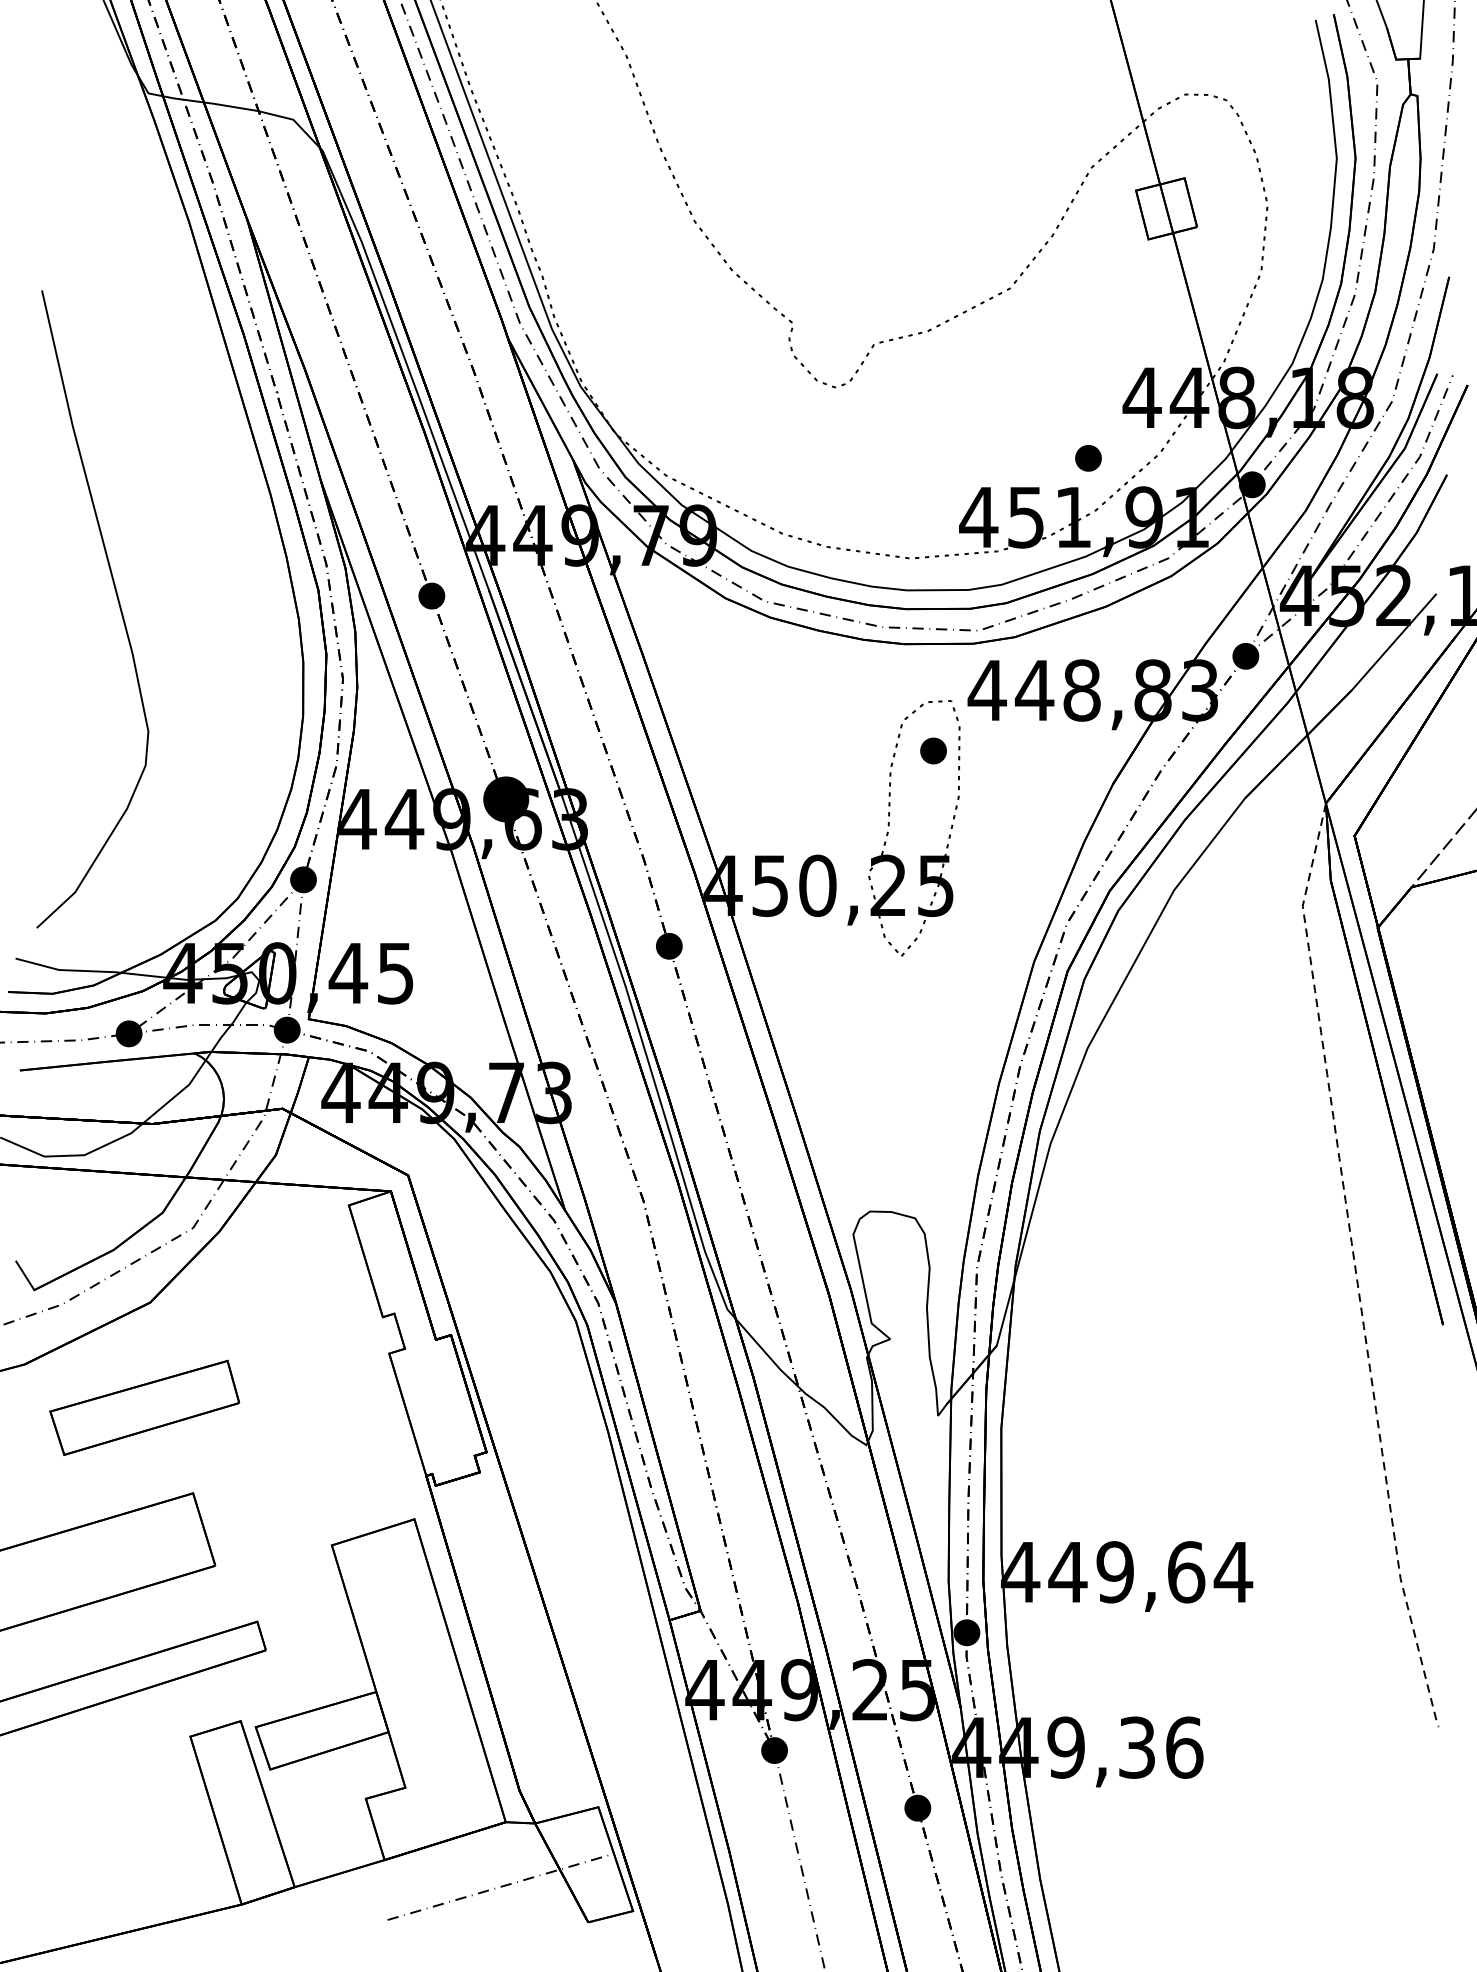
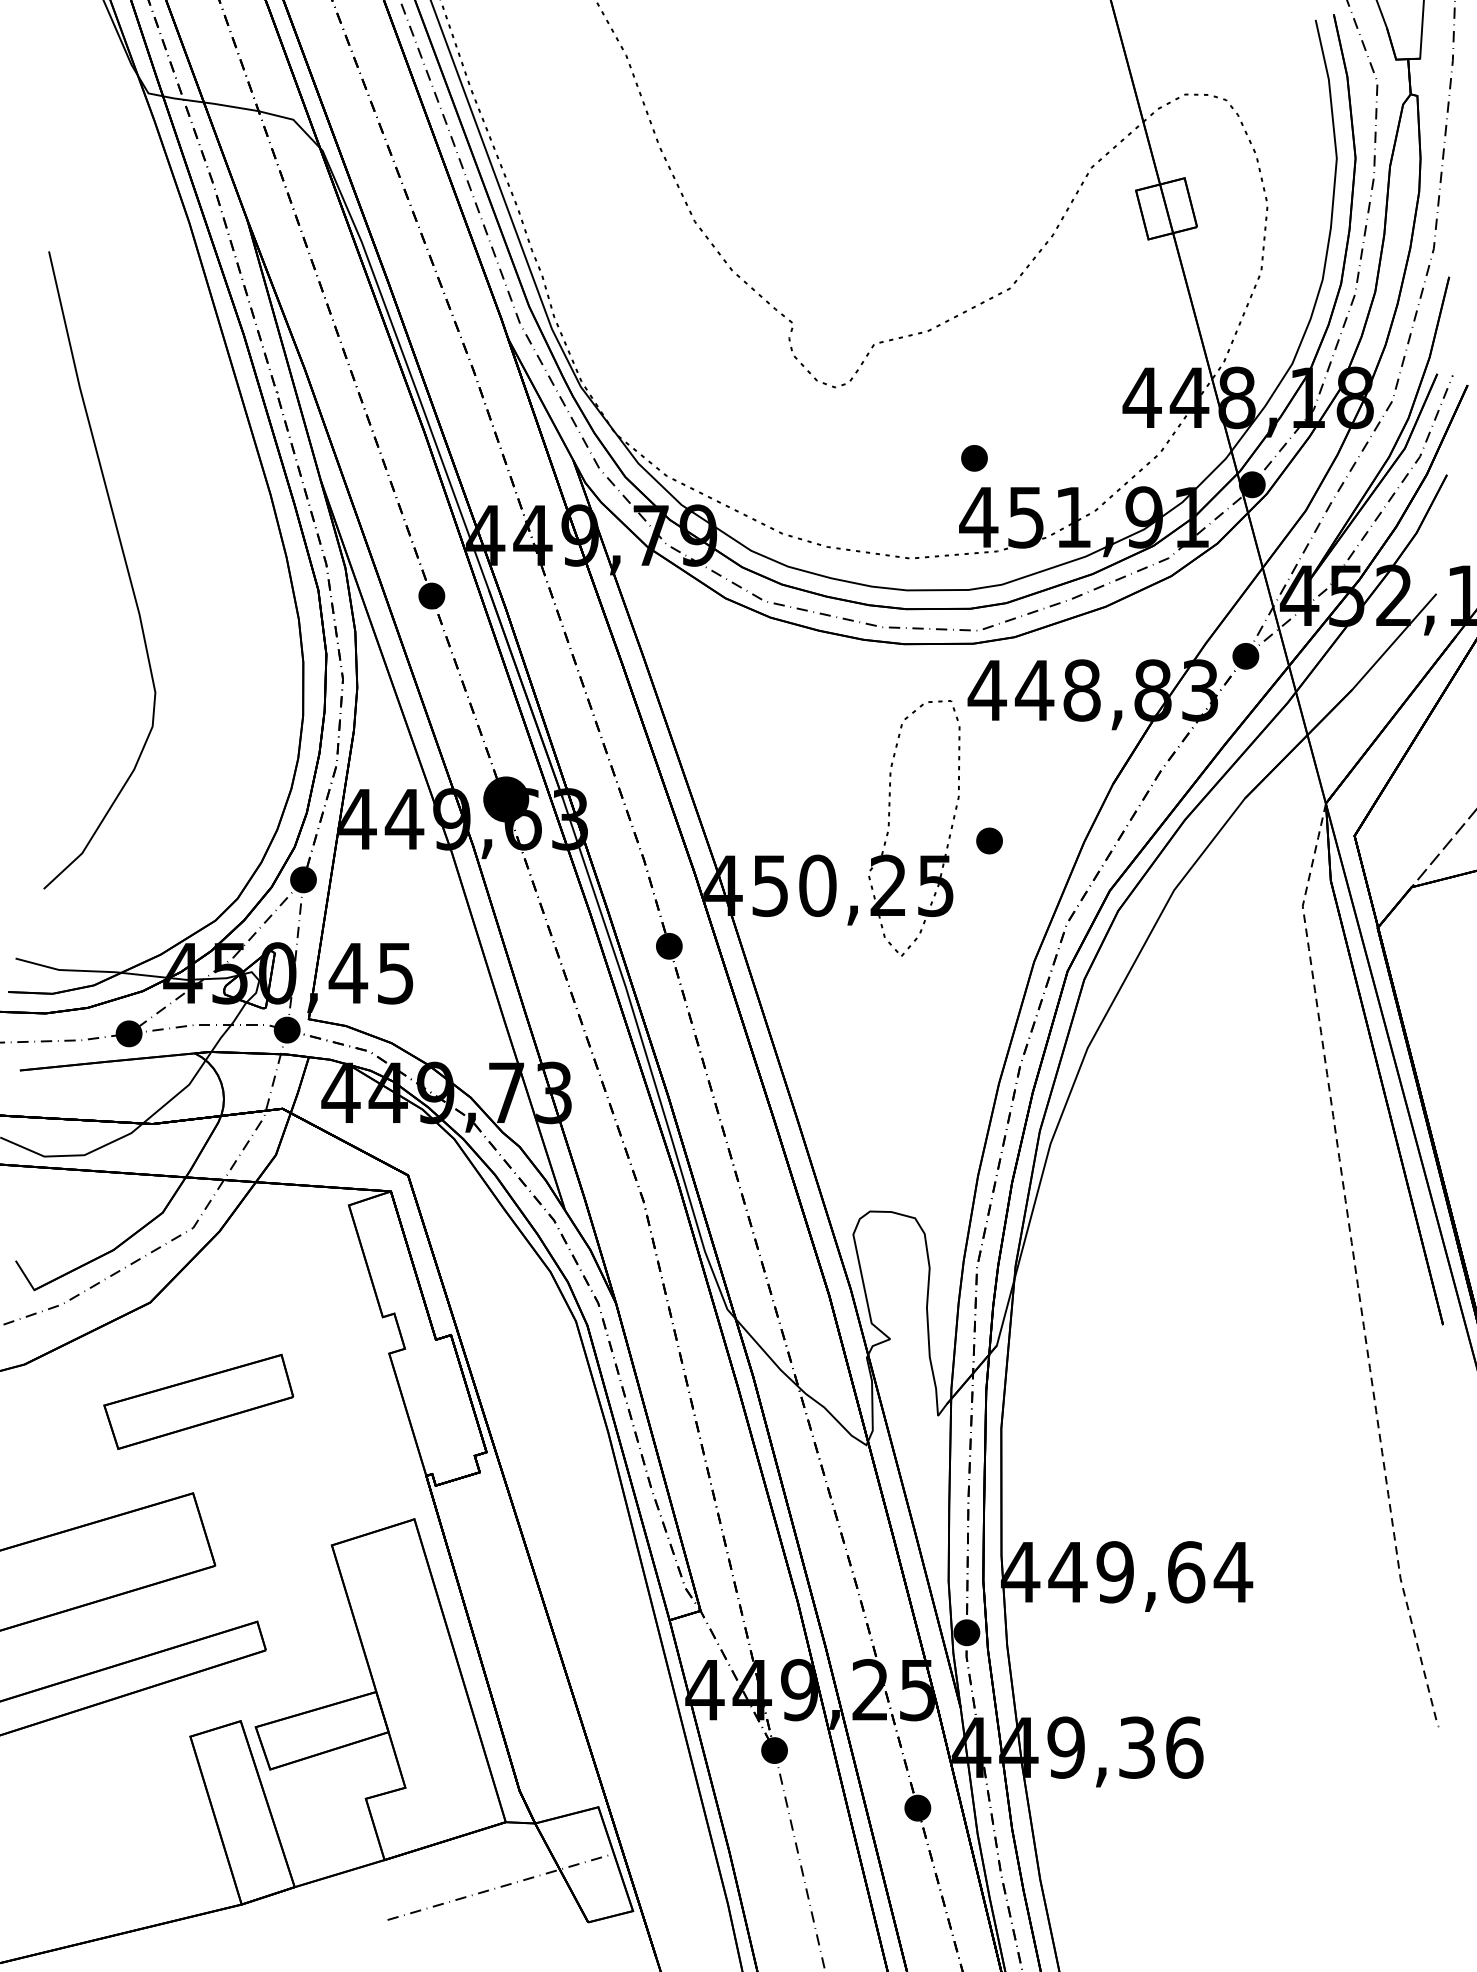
part at (1088, 458) position: (1088, 458) -> (974, 458)
curve at (117, 601) position: (117, 601) -> (124, 562)
part at (933, 750) position: (933, 750) -> (989, 840)
part at (144, 1407) position: (144, 1407) -> (198, 1401)
